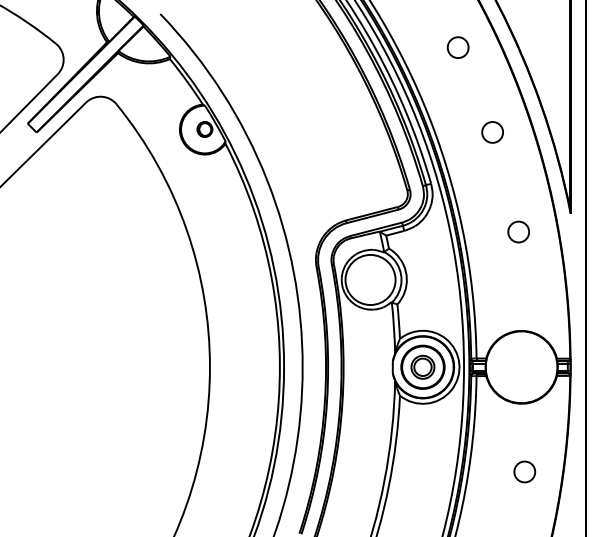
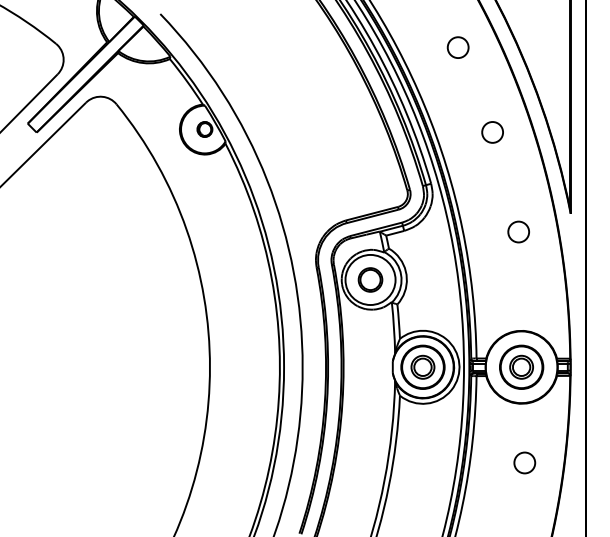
part at (370, 279): none -> present
part at (521, 366): none -> present
part at (524, 471) position: (524, 471) -> (524, 462)
